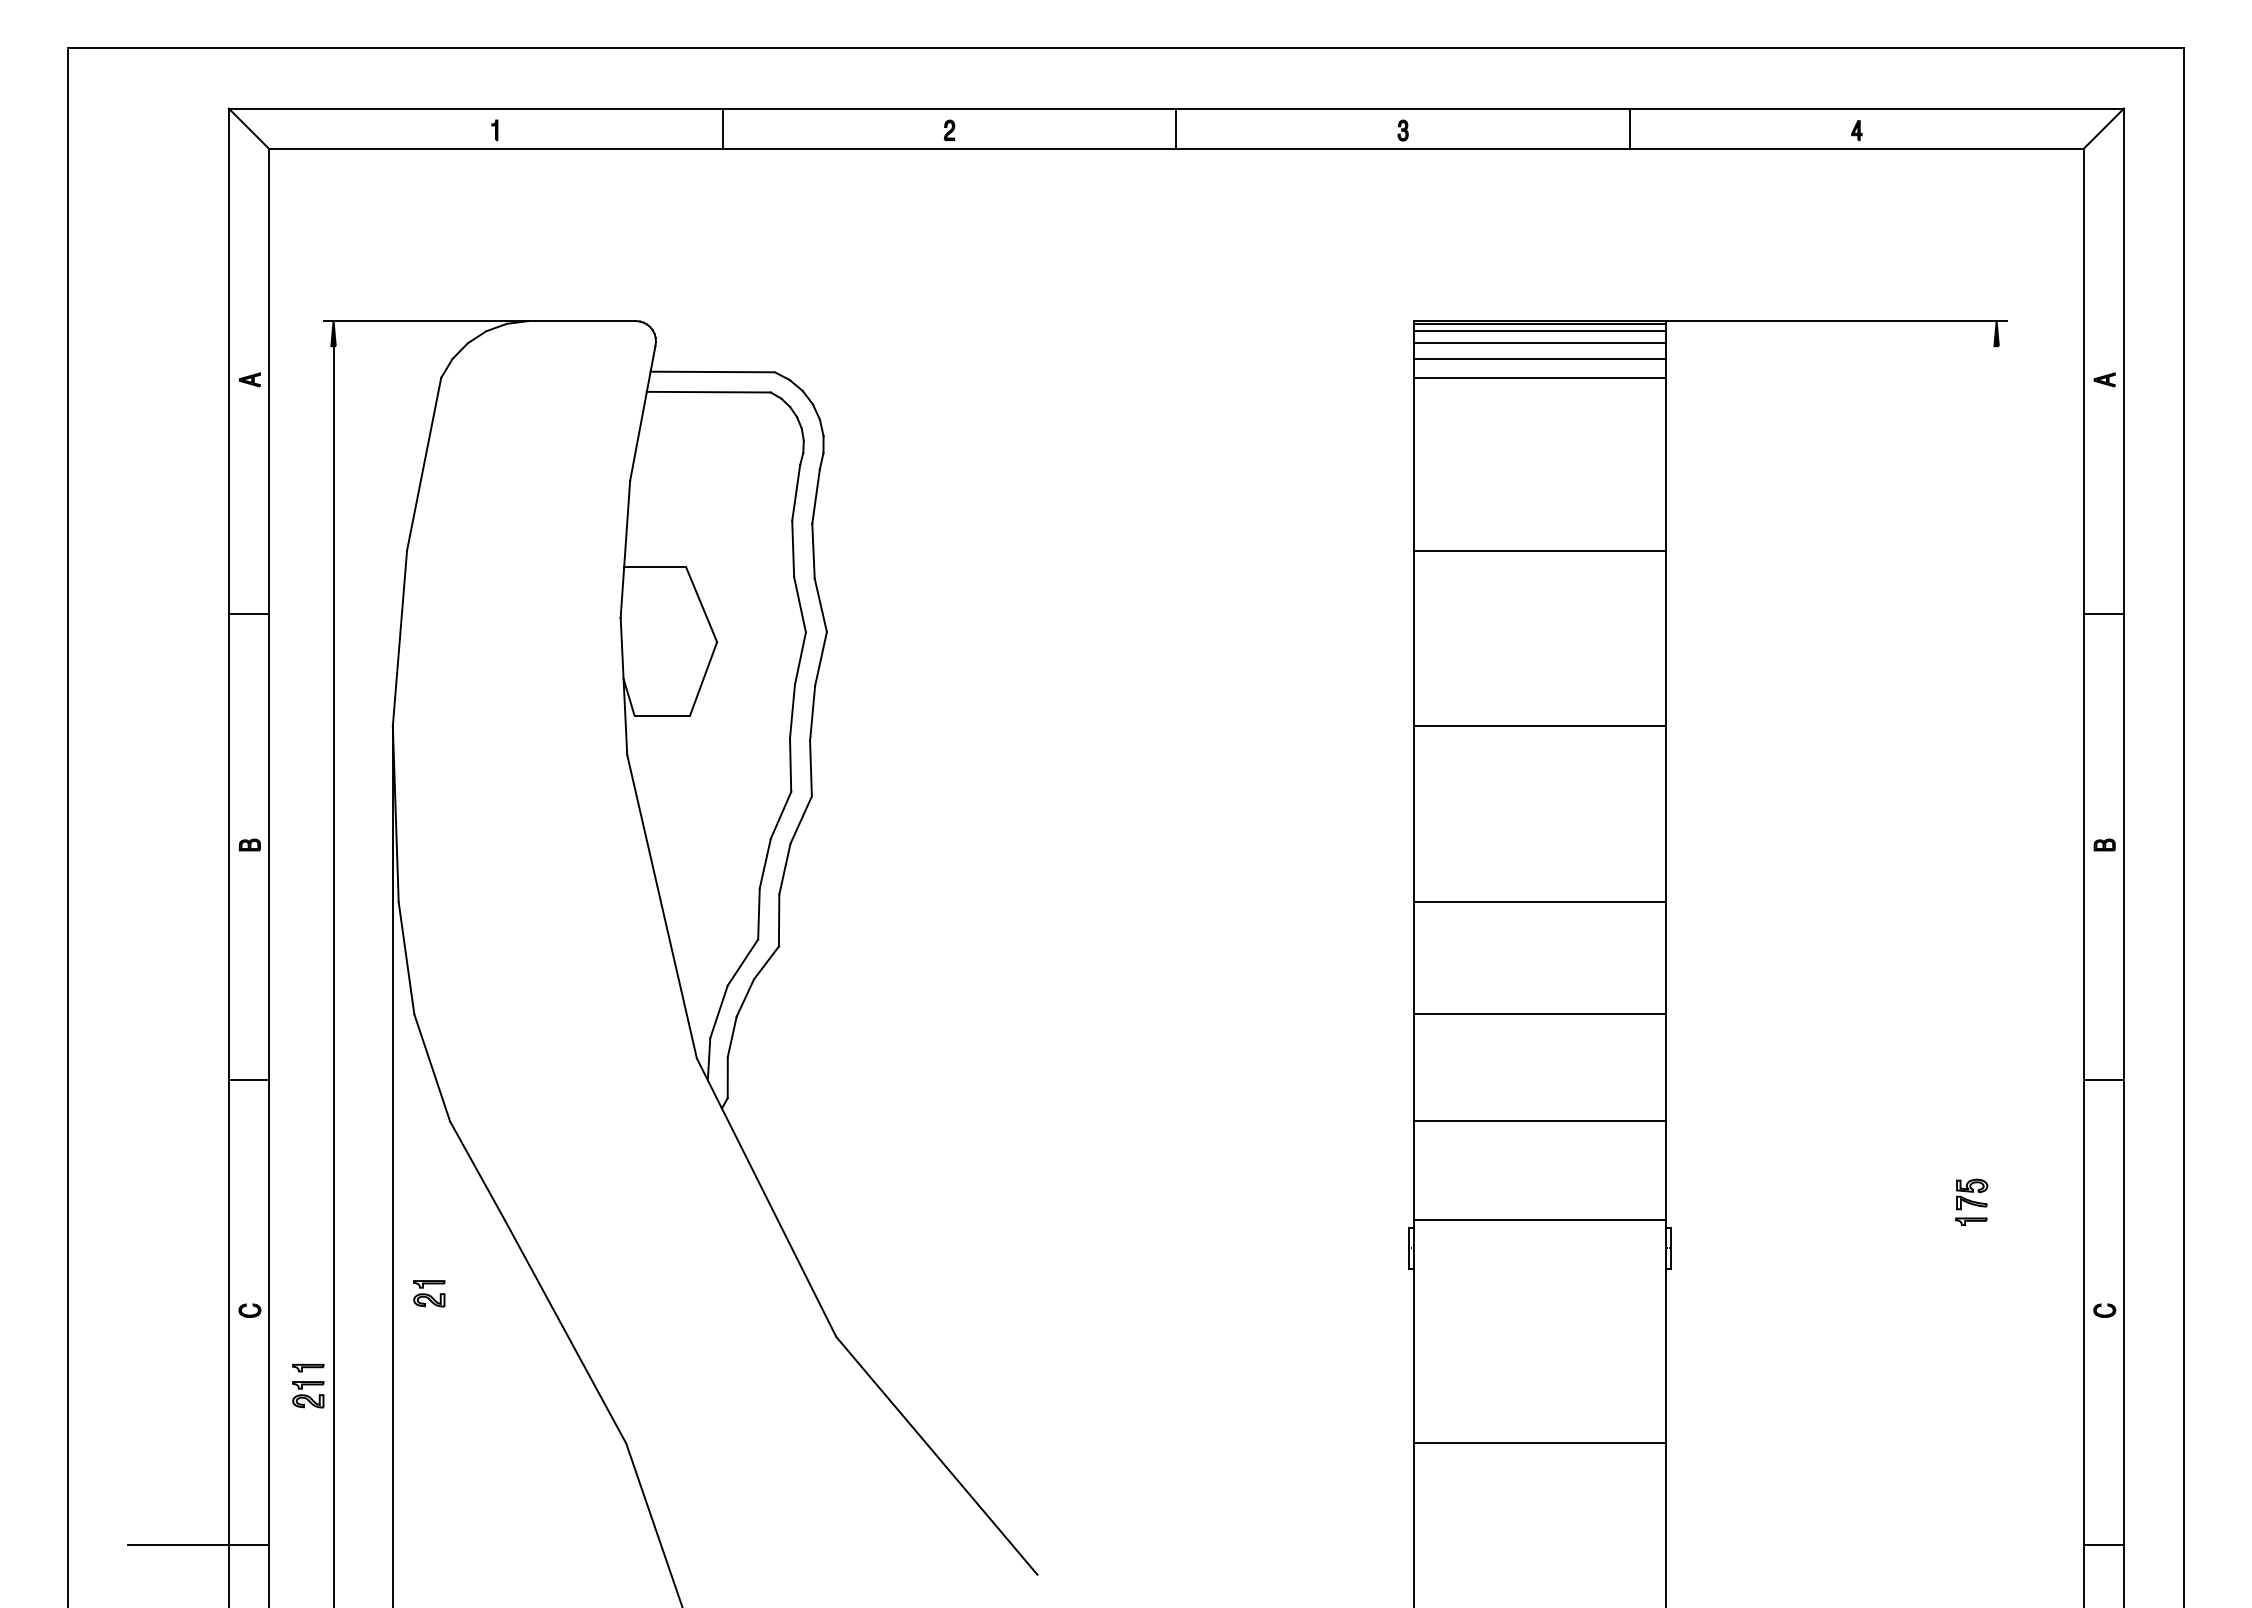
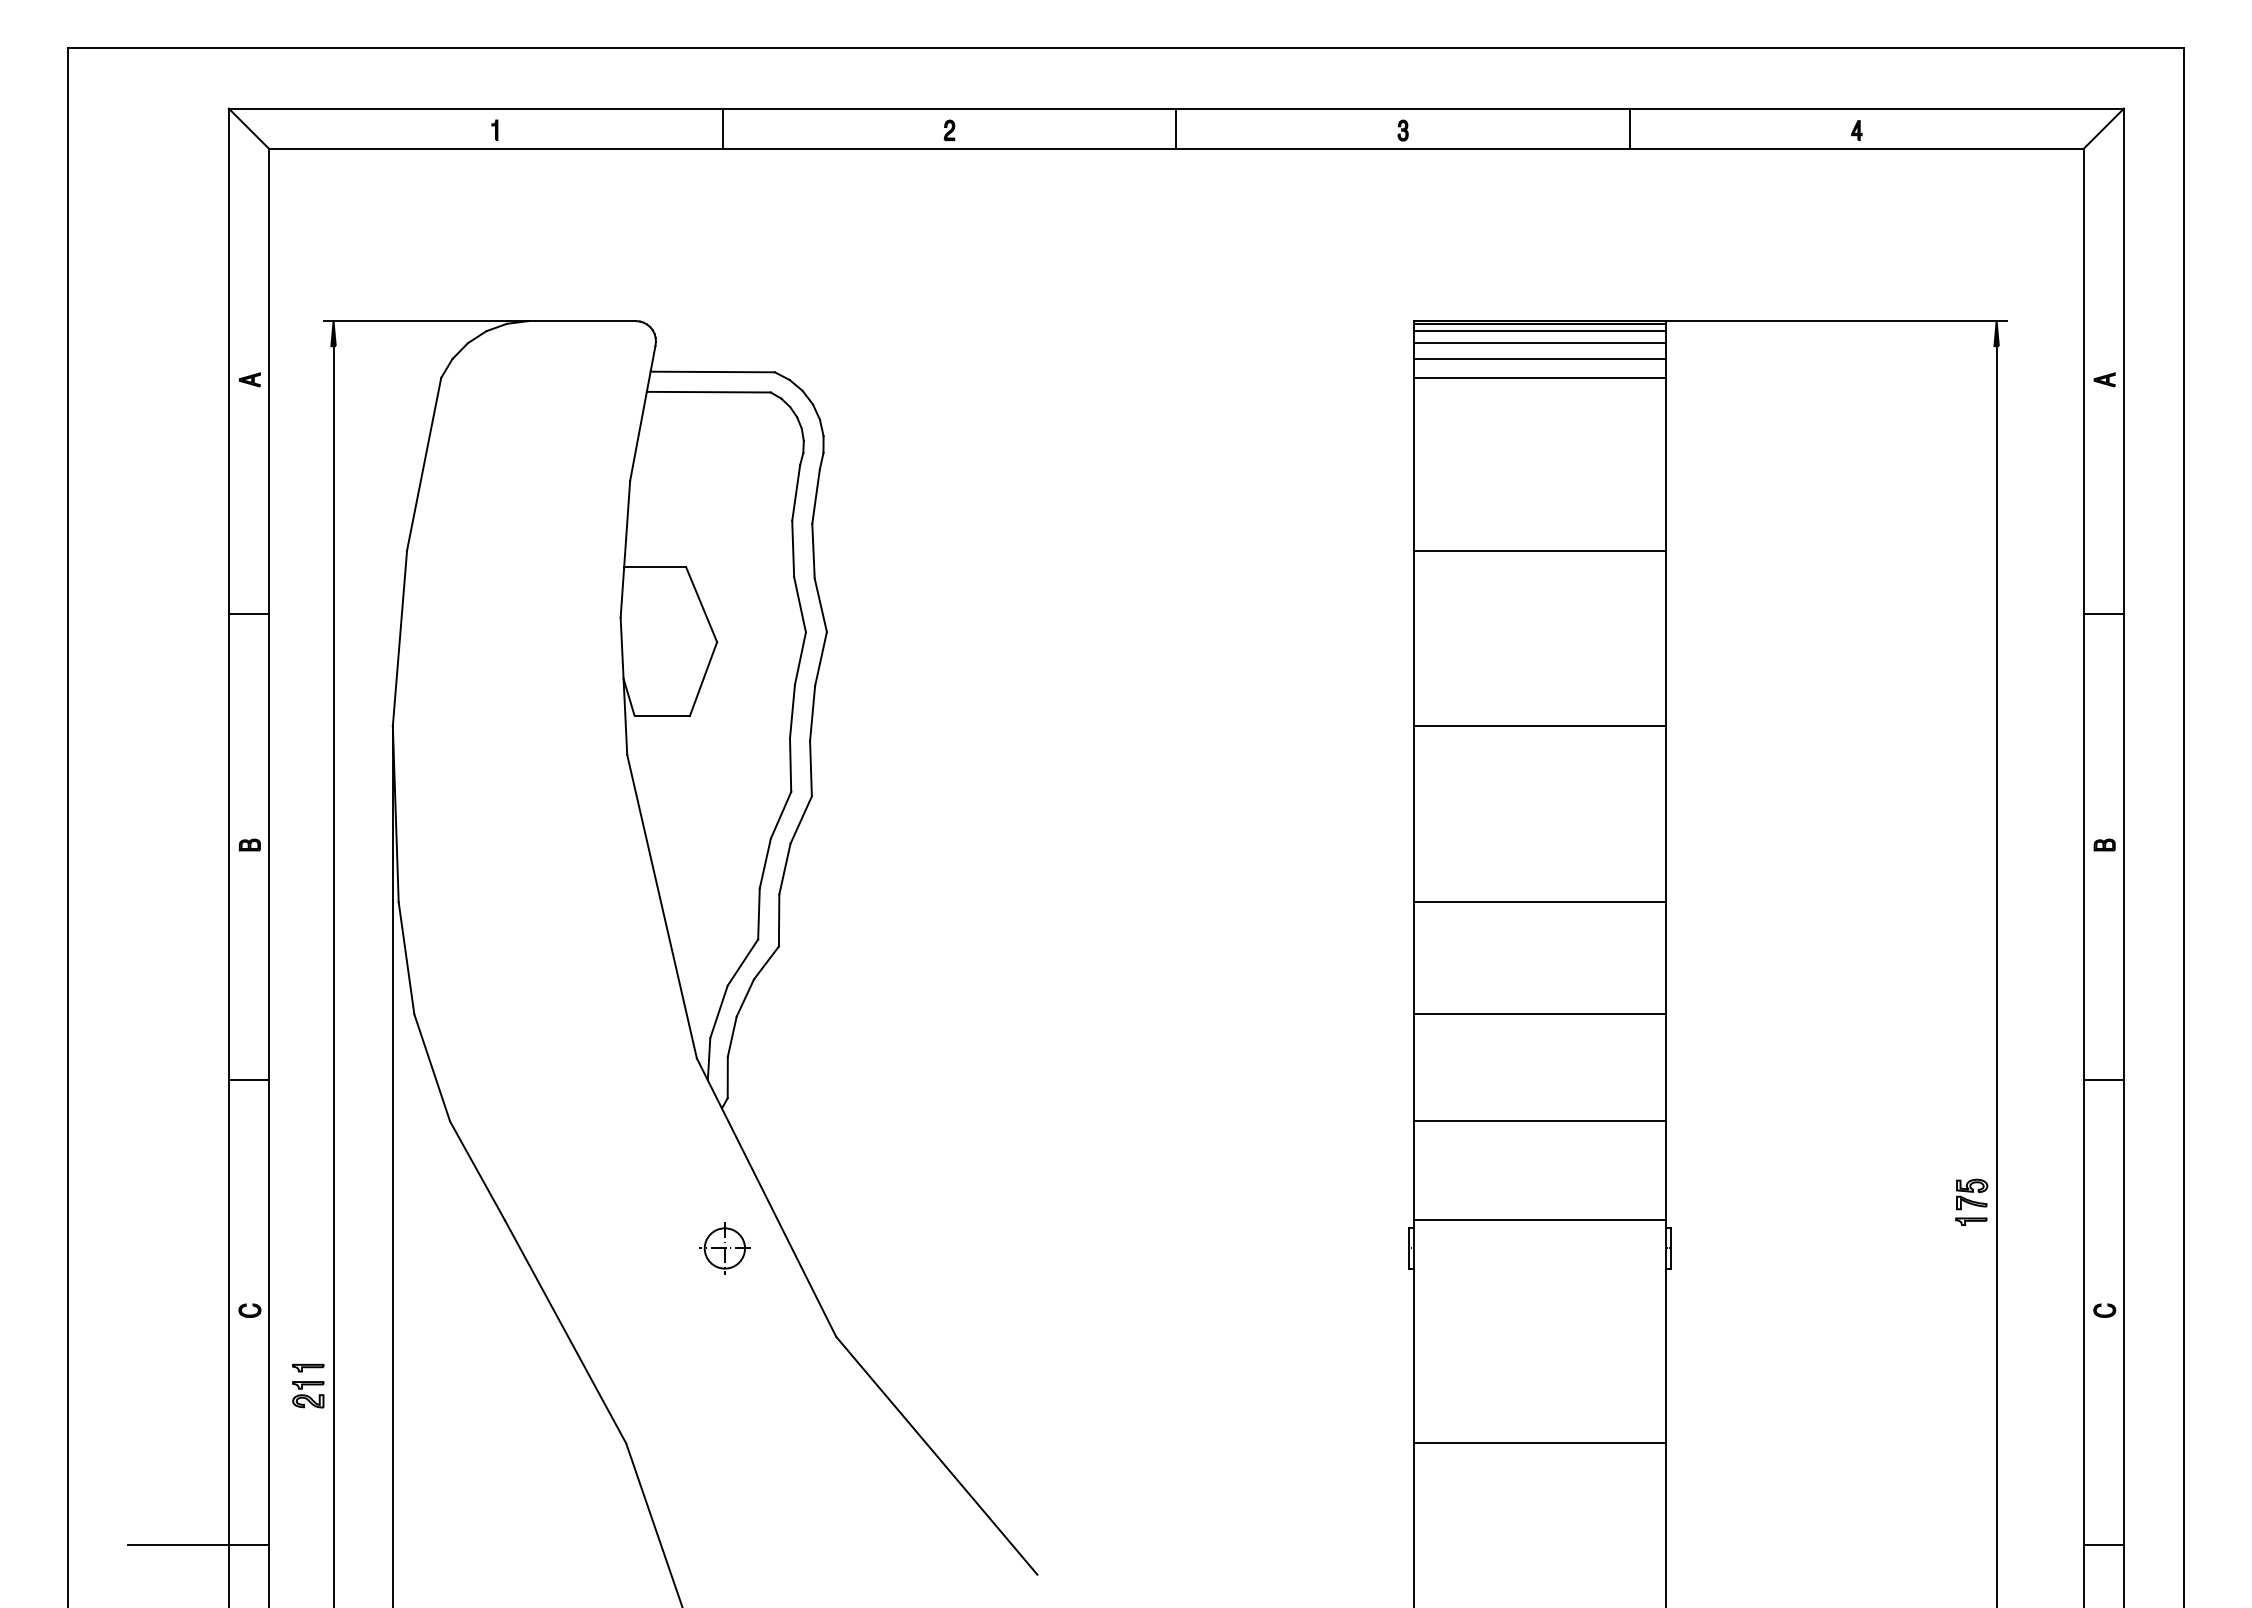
line at (1996, 975): none -> present
part at (724, 1248): none -> present
part at (429, 1293): present -> none
